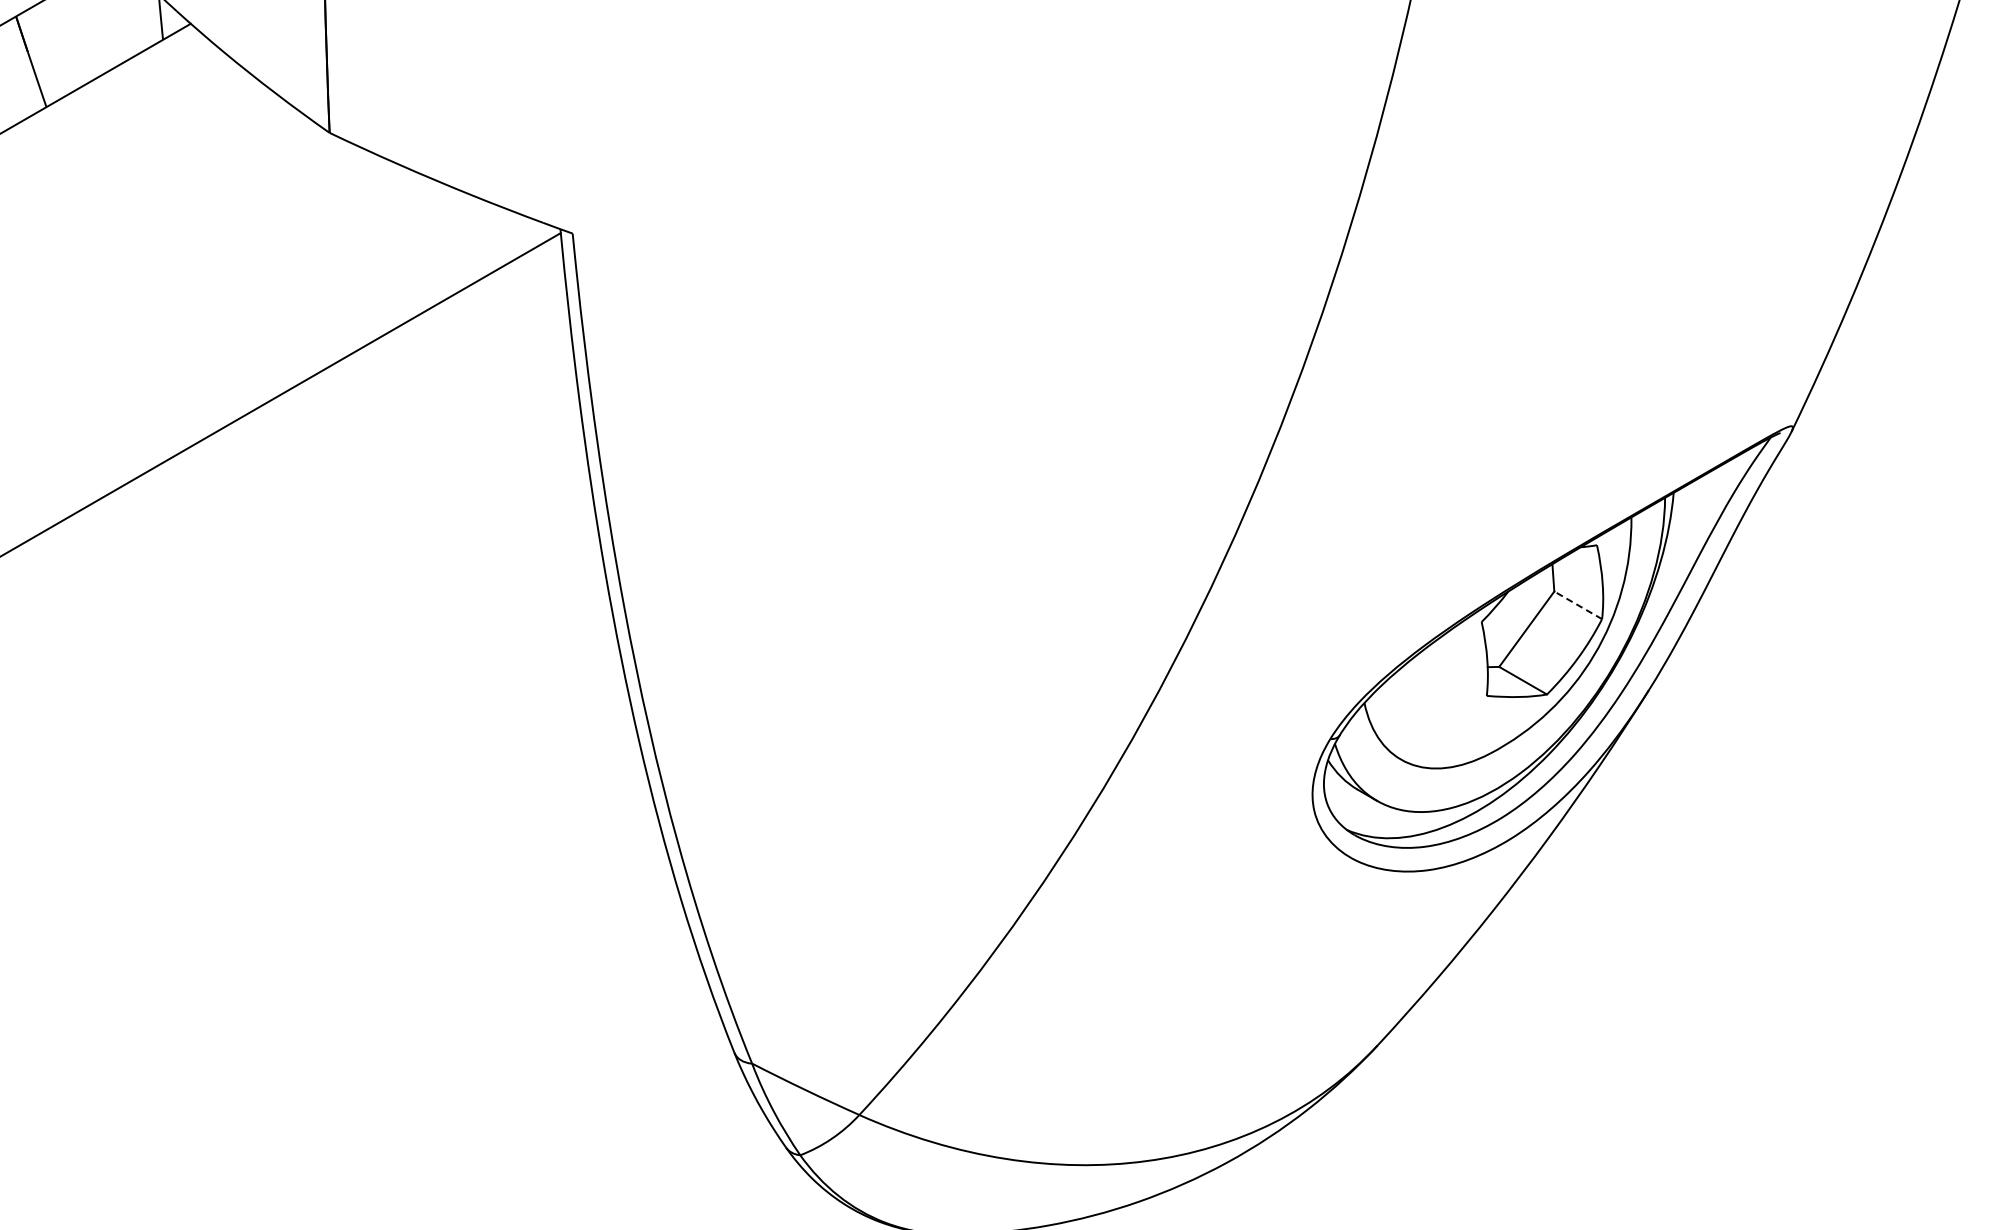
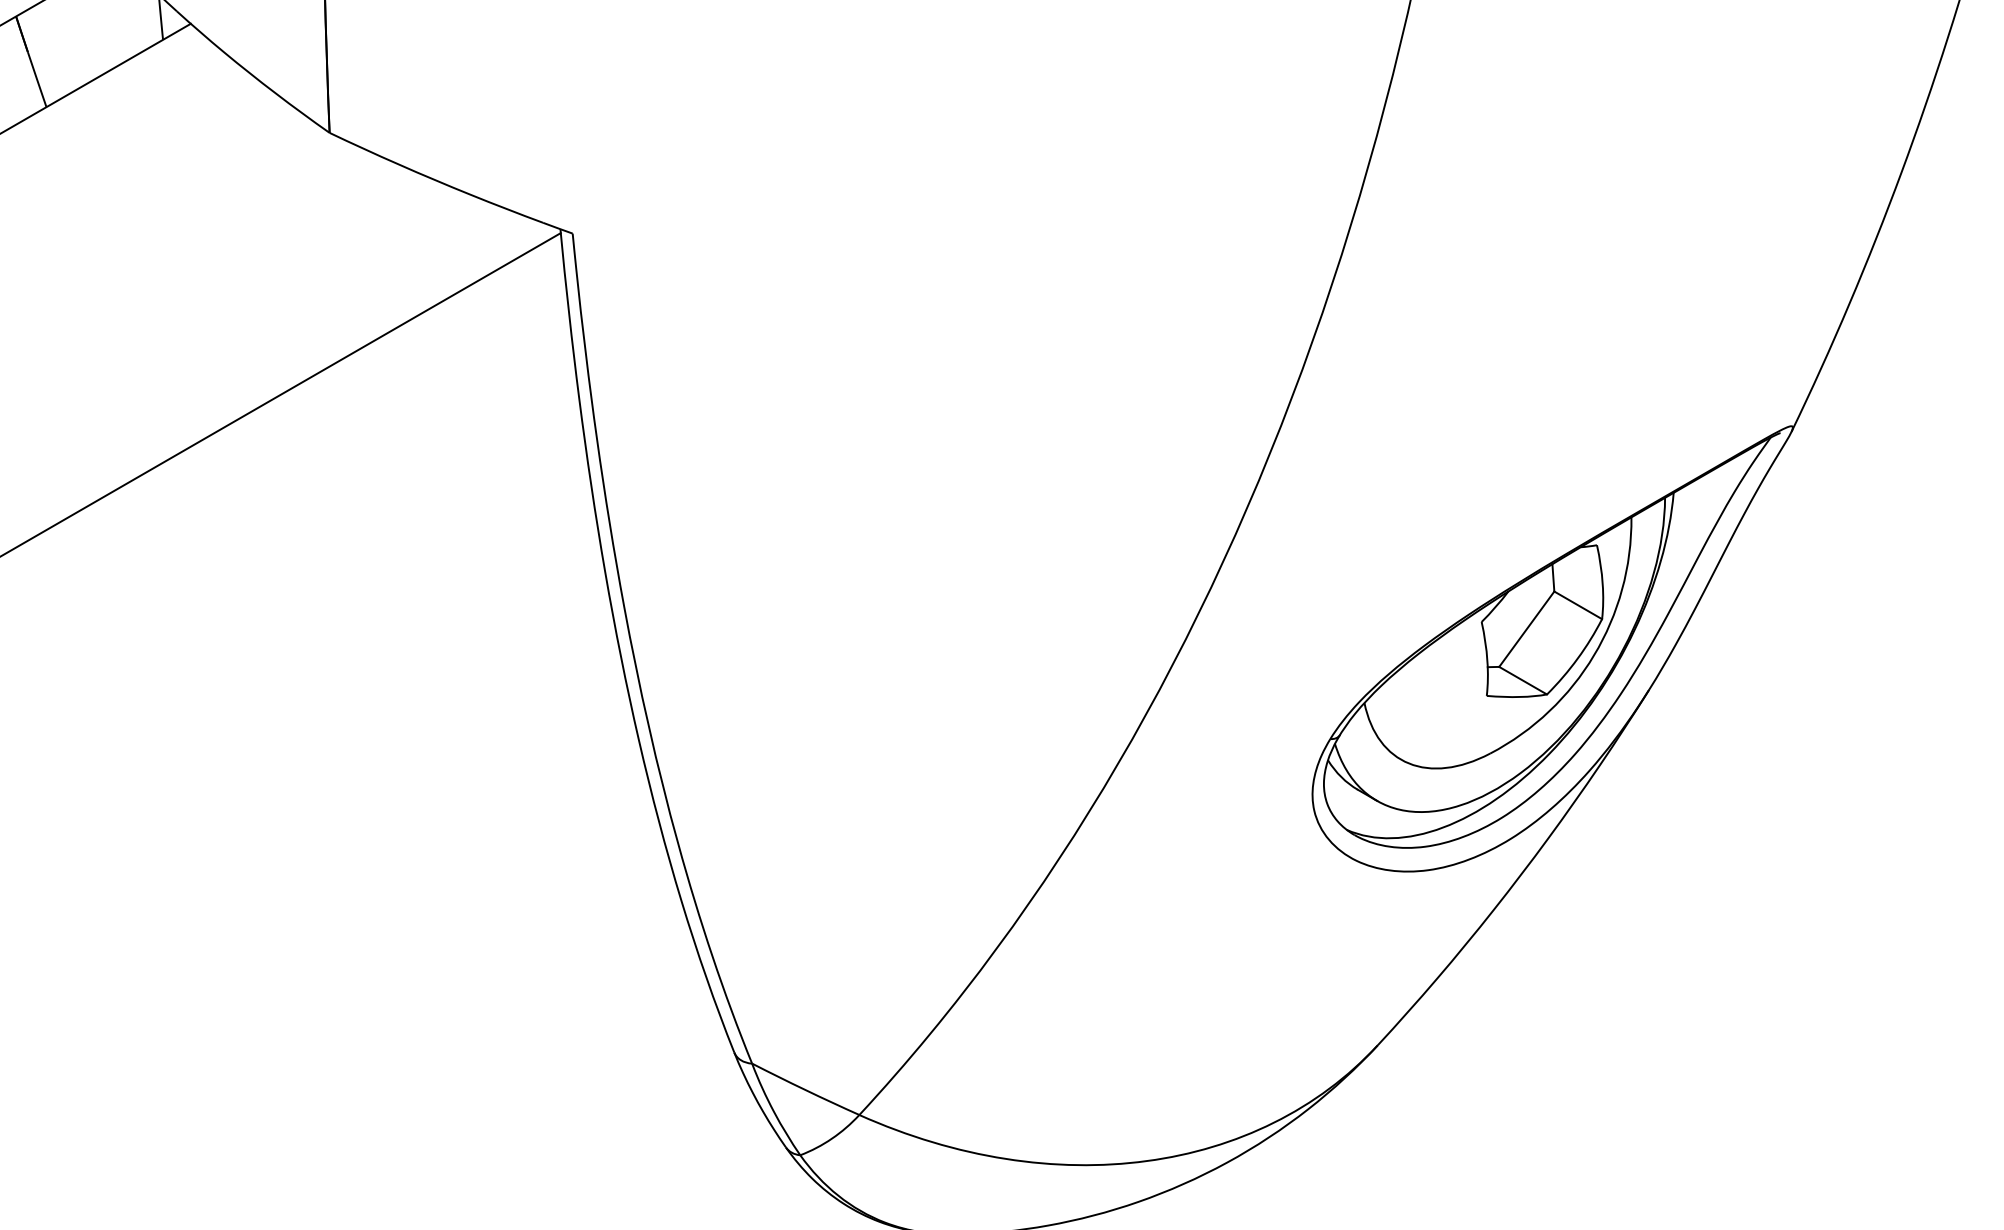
line at (1578, 605): dashed -> solid
